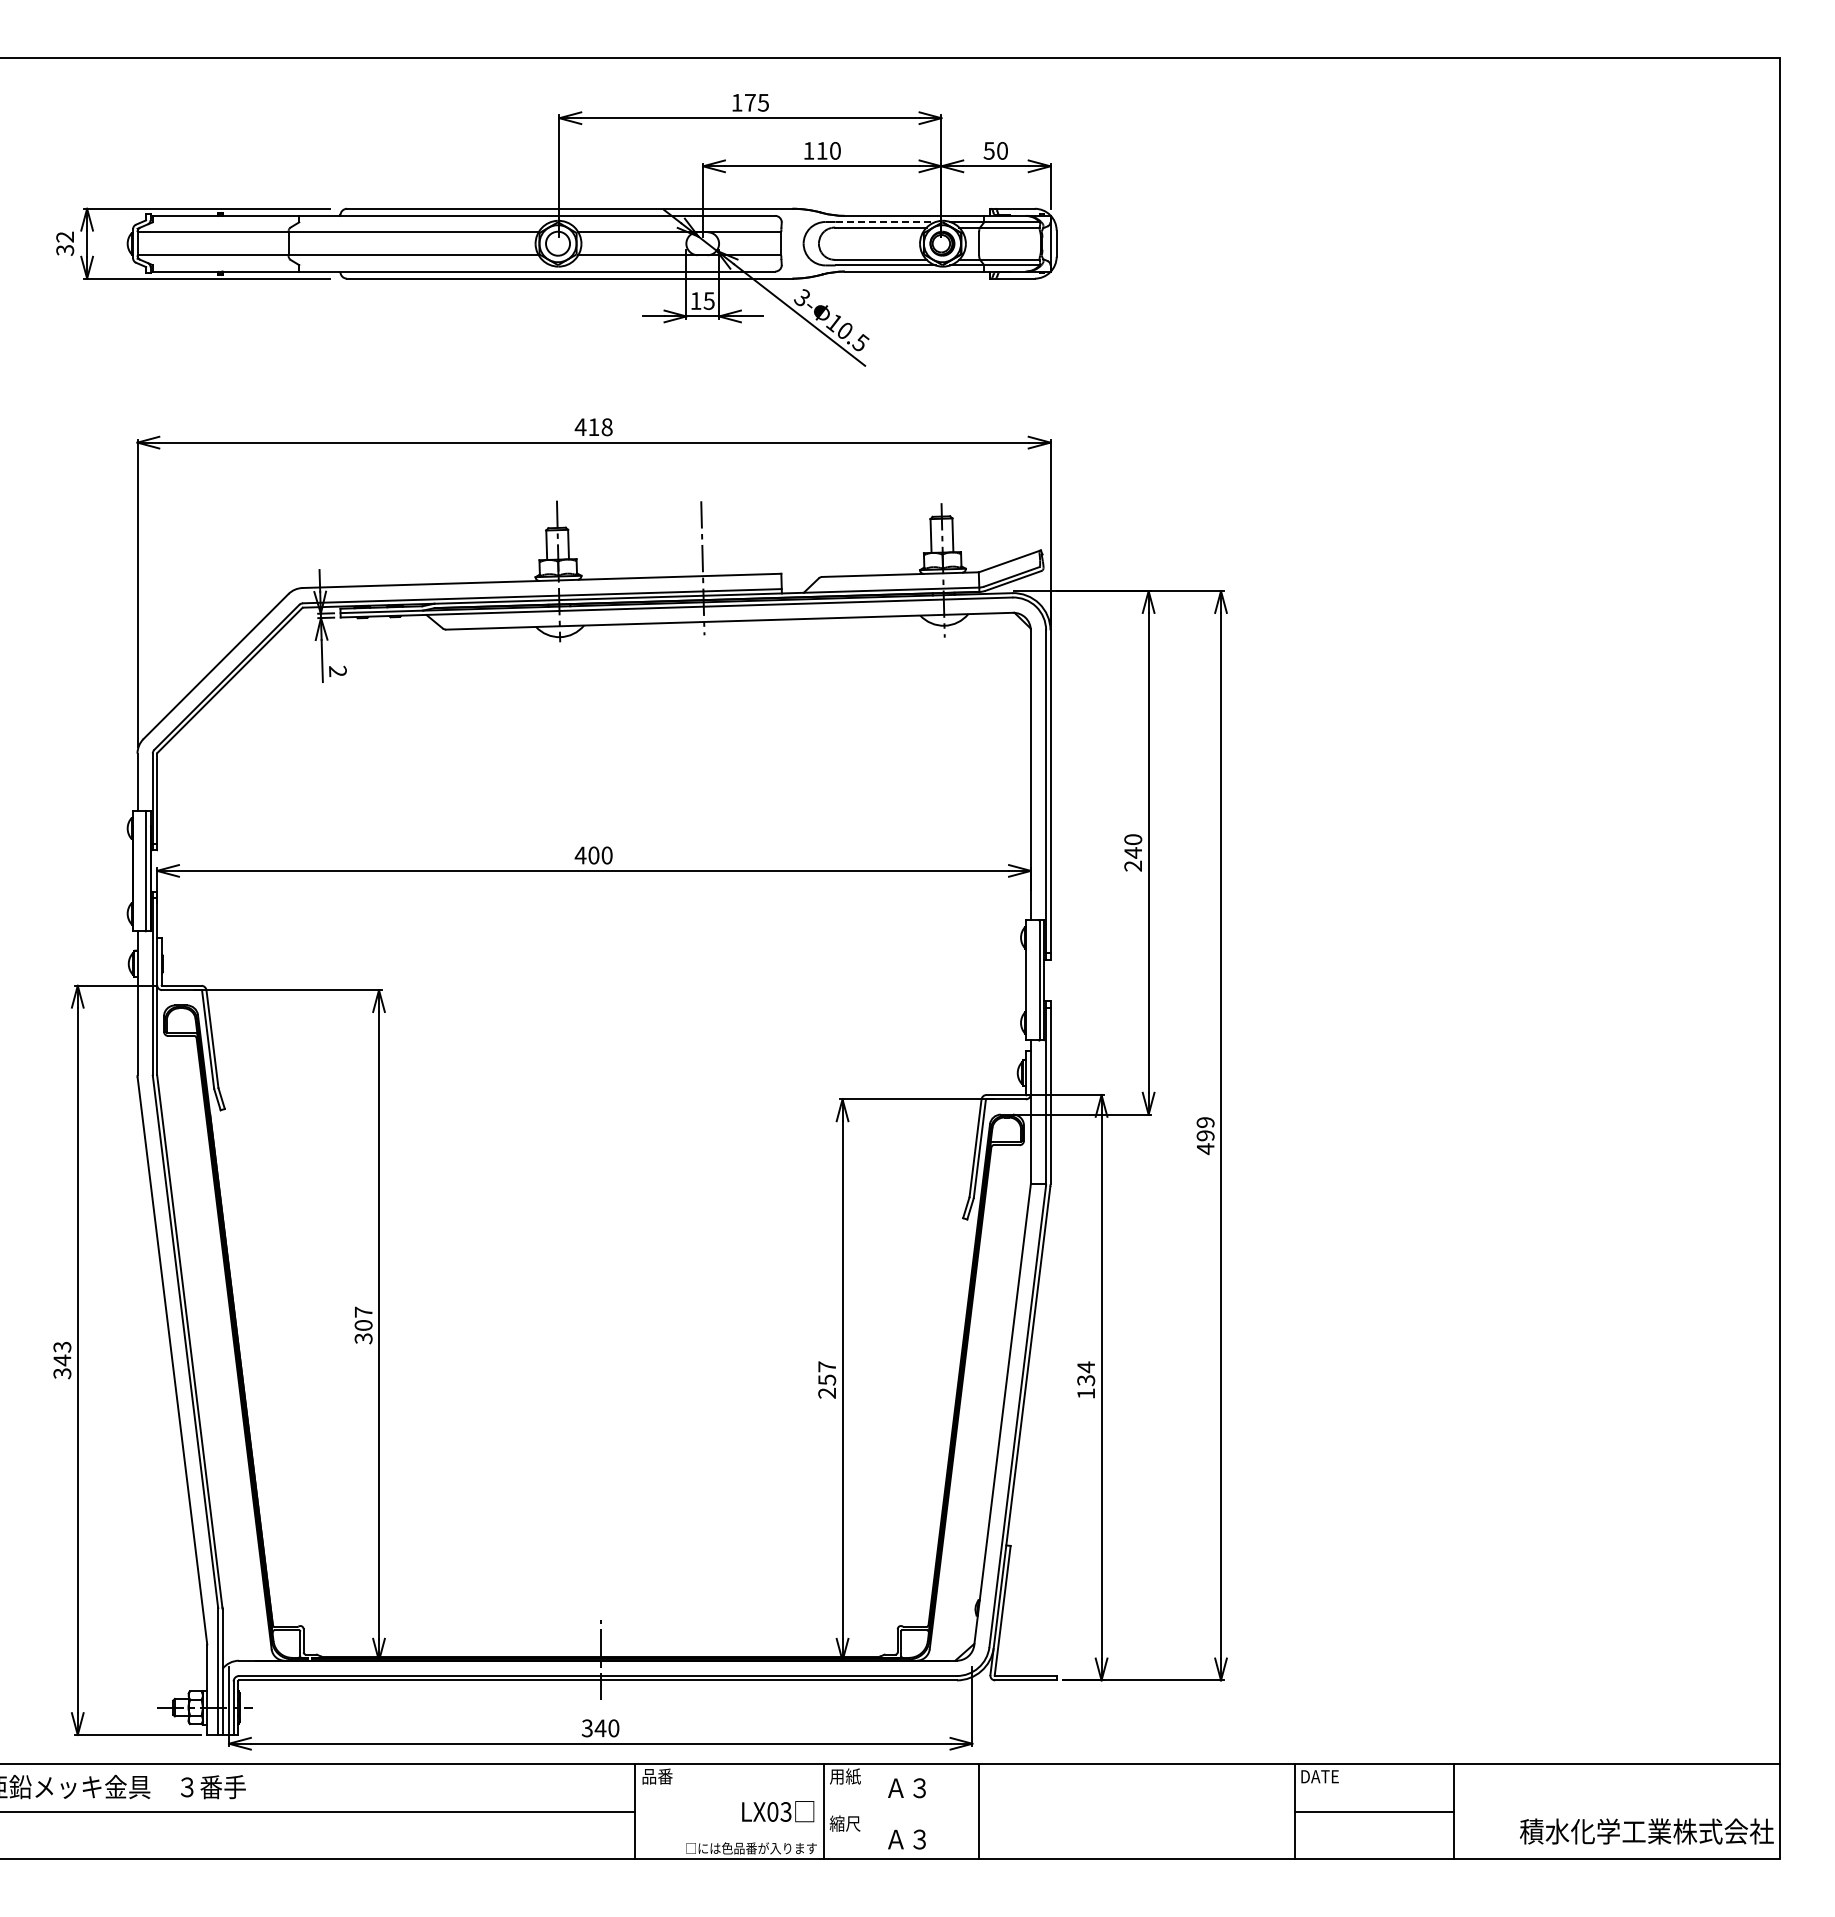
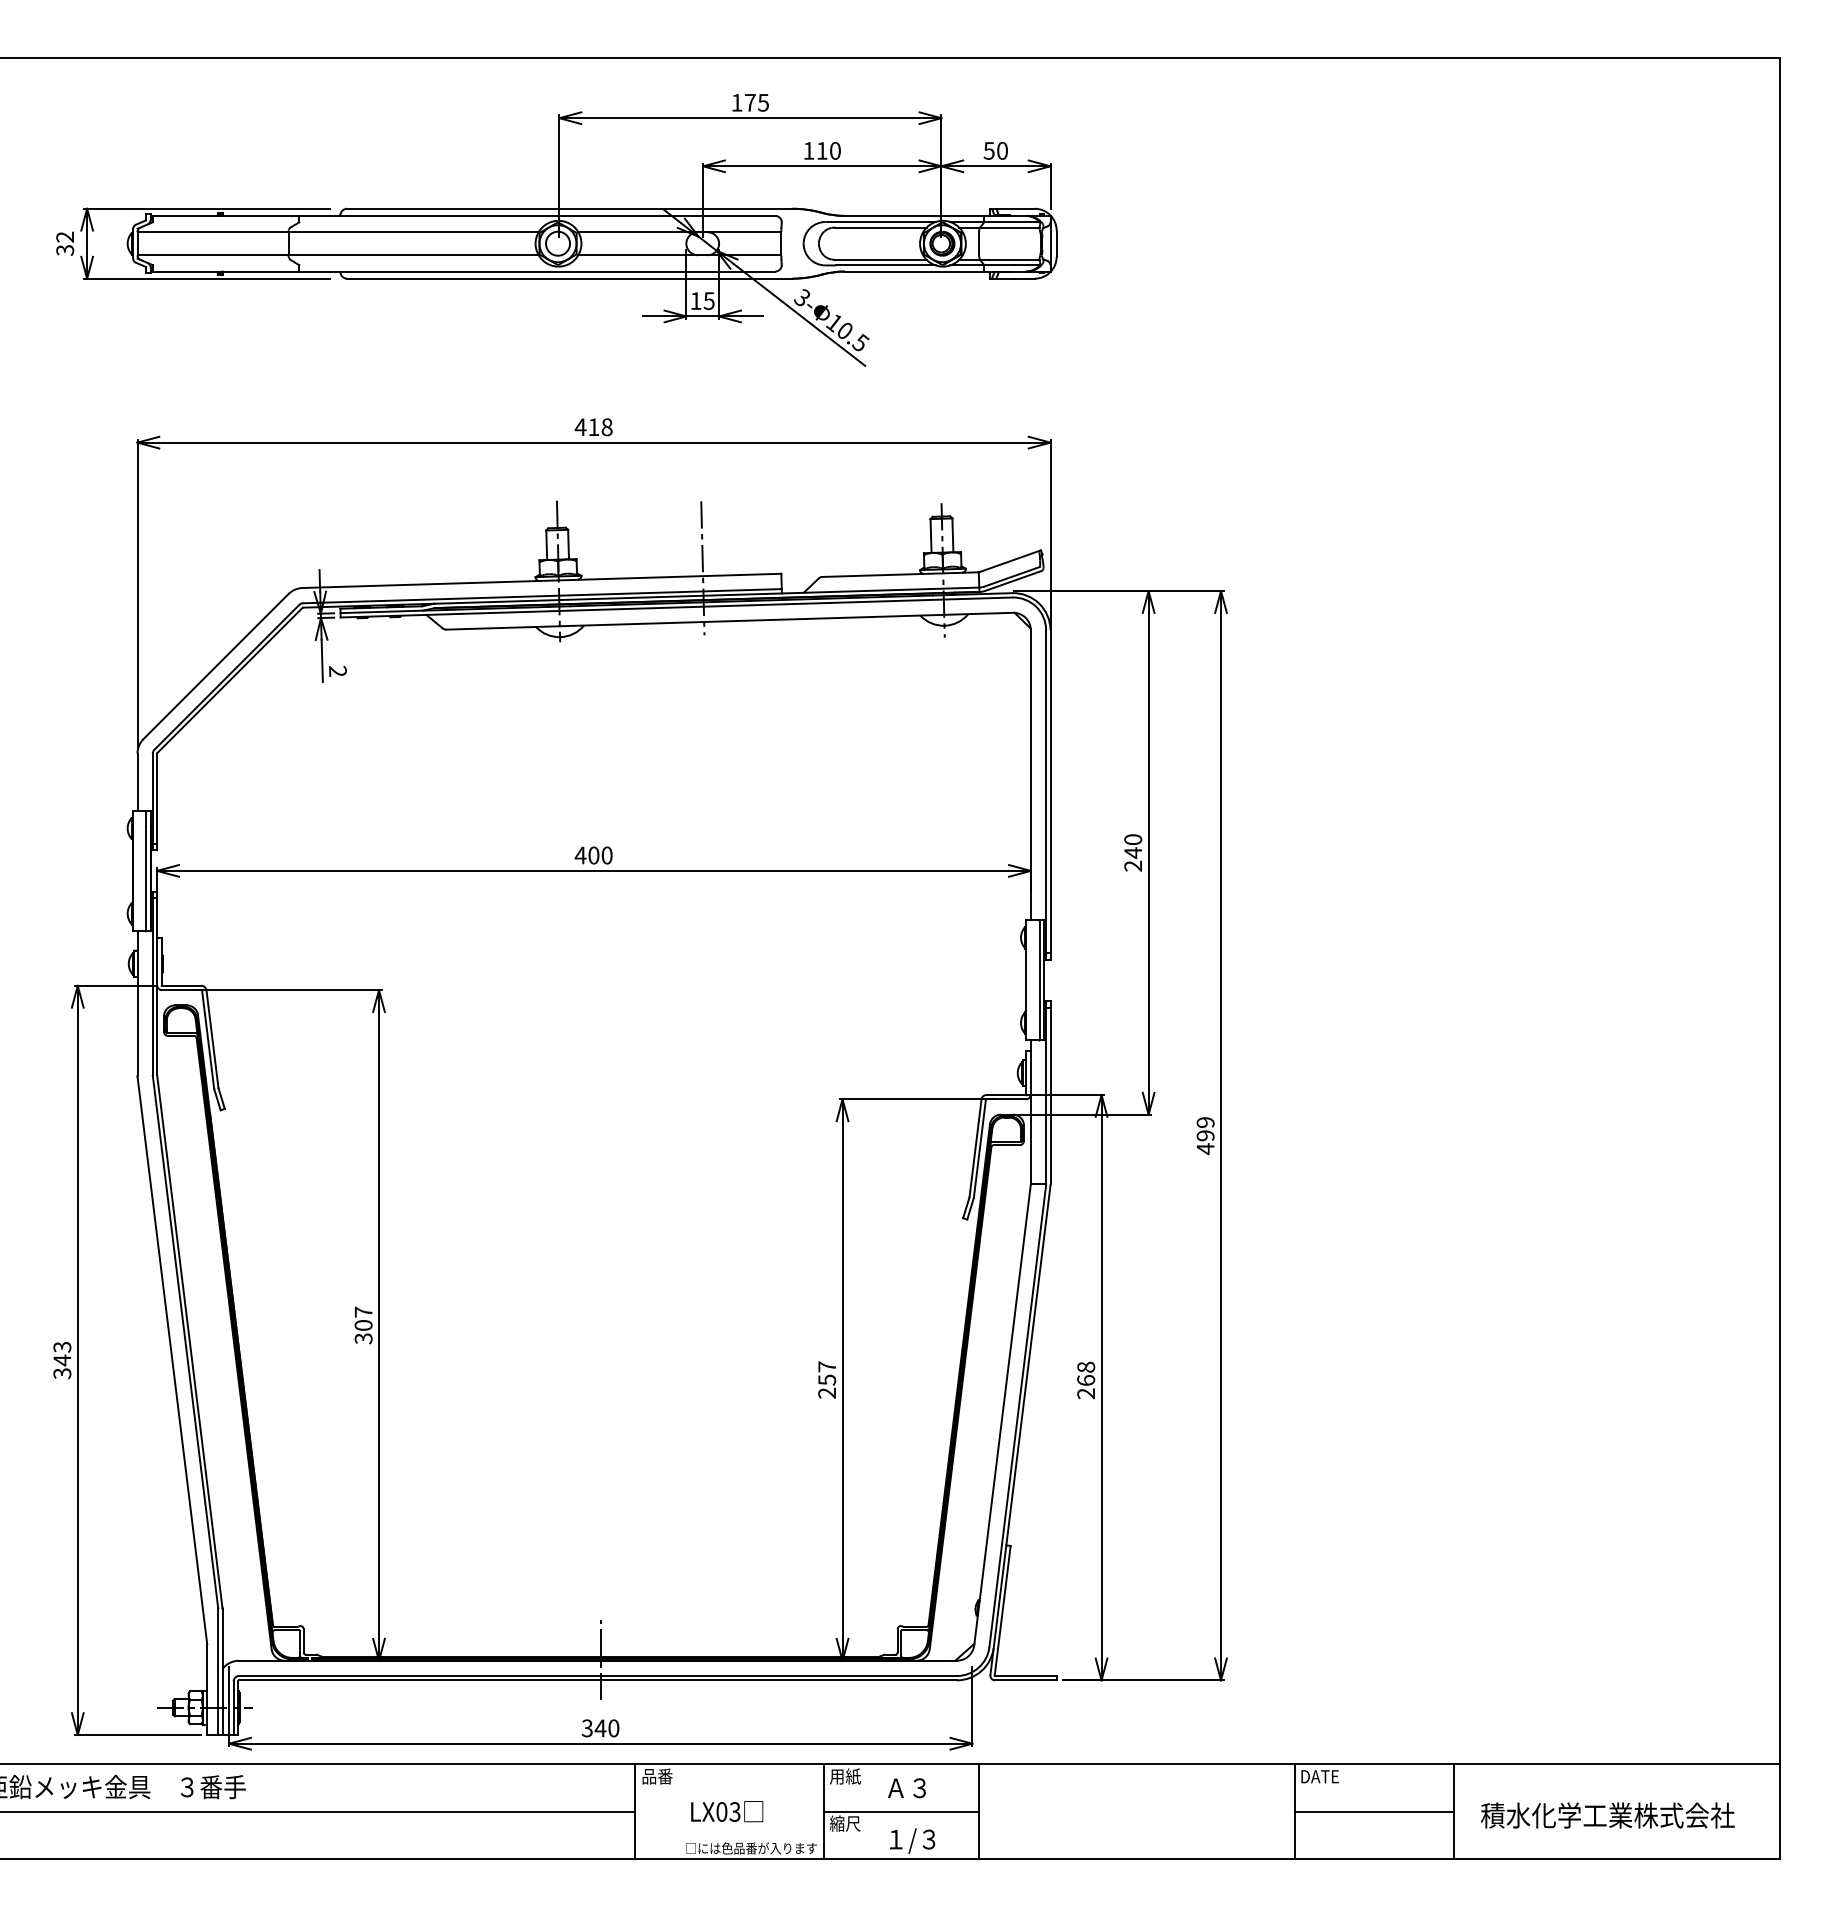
line at (886, 222): dashed -> solid
text at (1086, 1380): 134 -> 268
text at (778, 1811) position: (778, 1811) -> (727, 1811)
line at (901, 1812): none -> present
text at (1646, 1831) position: (1646, 1831) -> (1607, 1815)
text at (911, 1840): Ａ３ -> １/３
